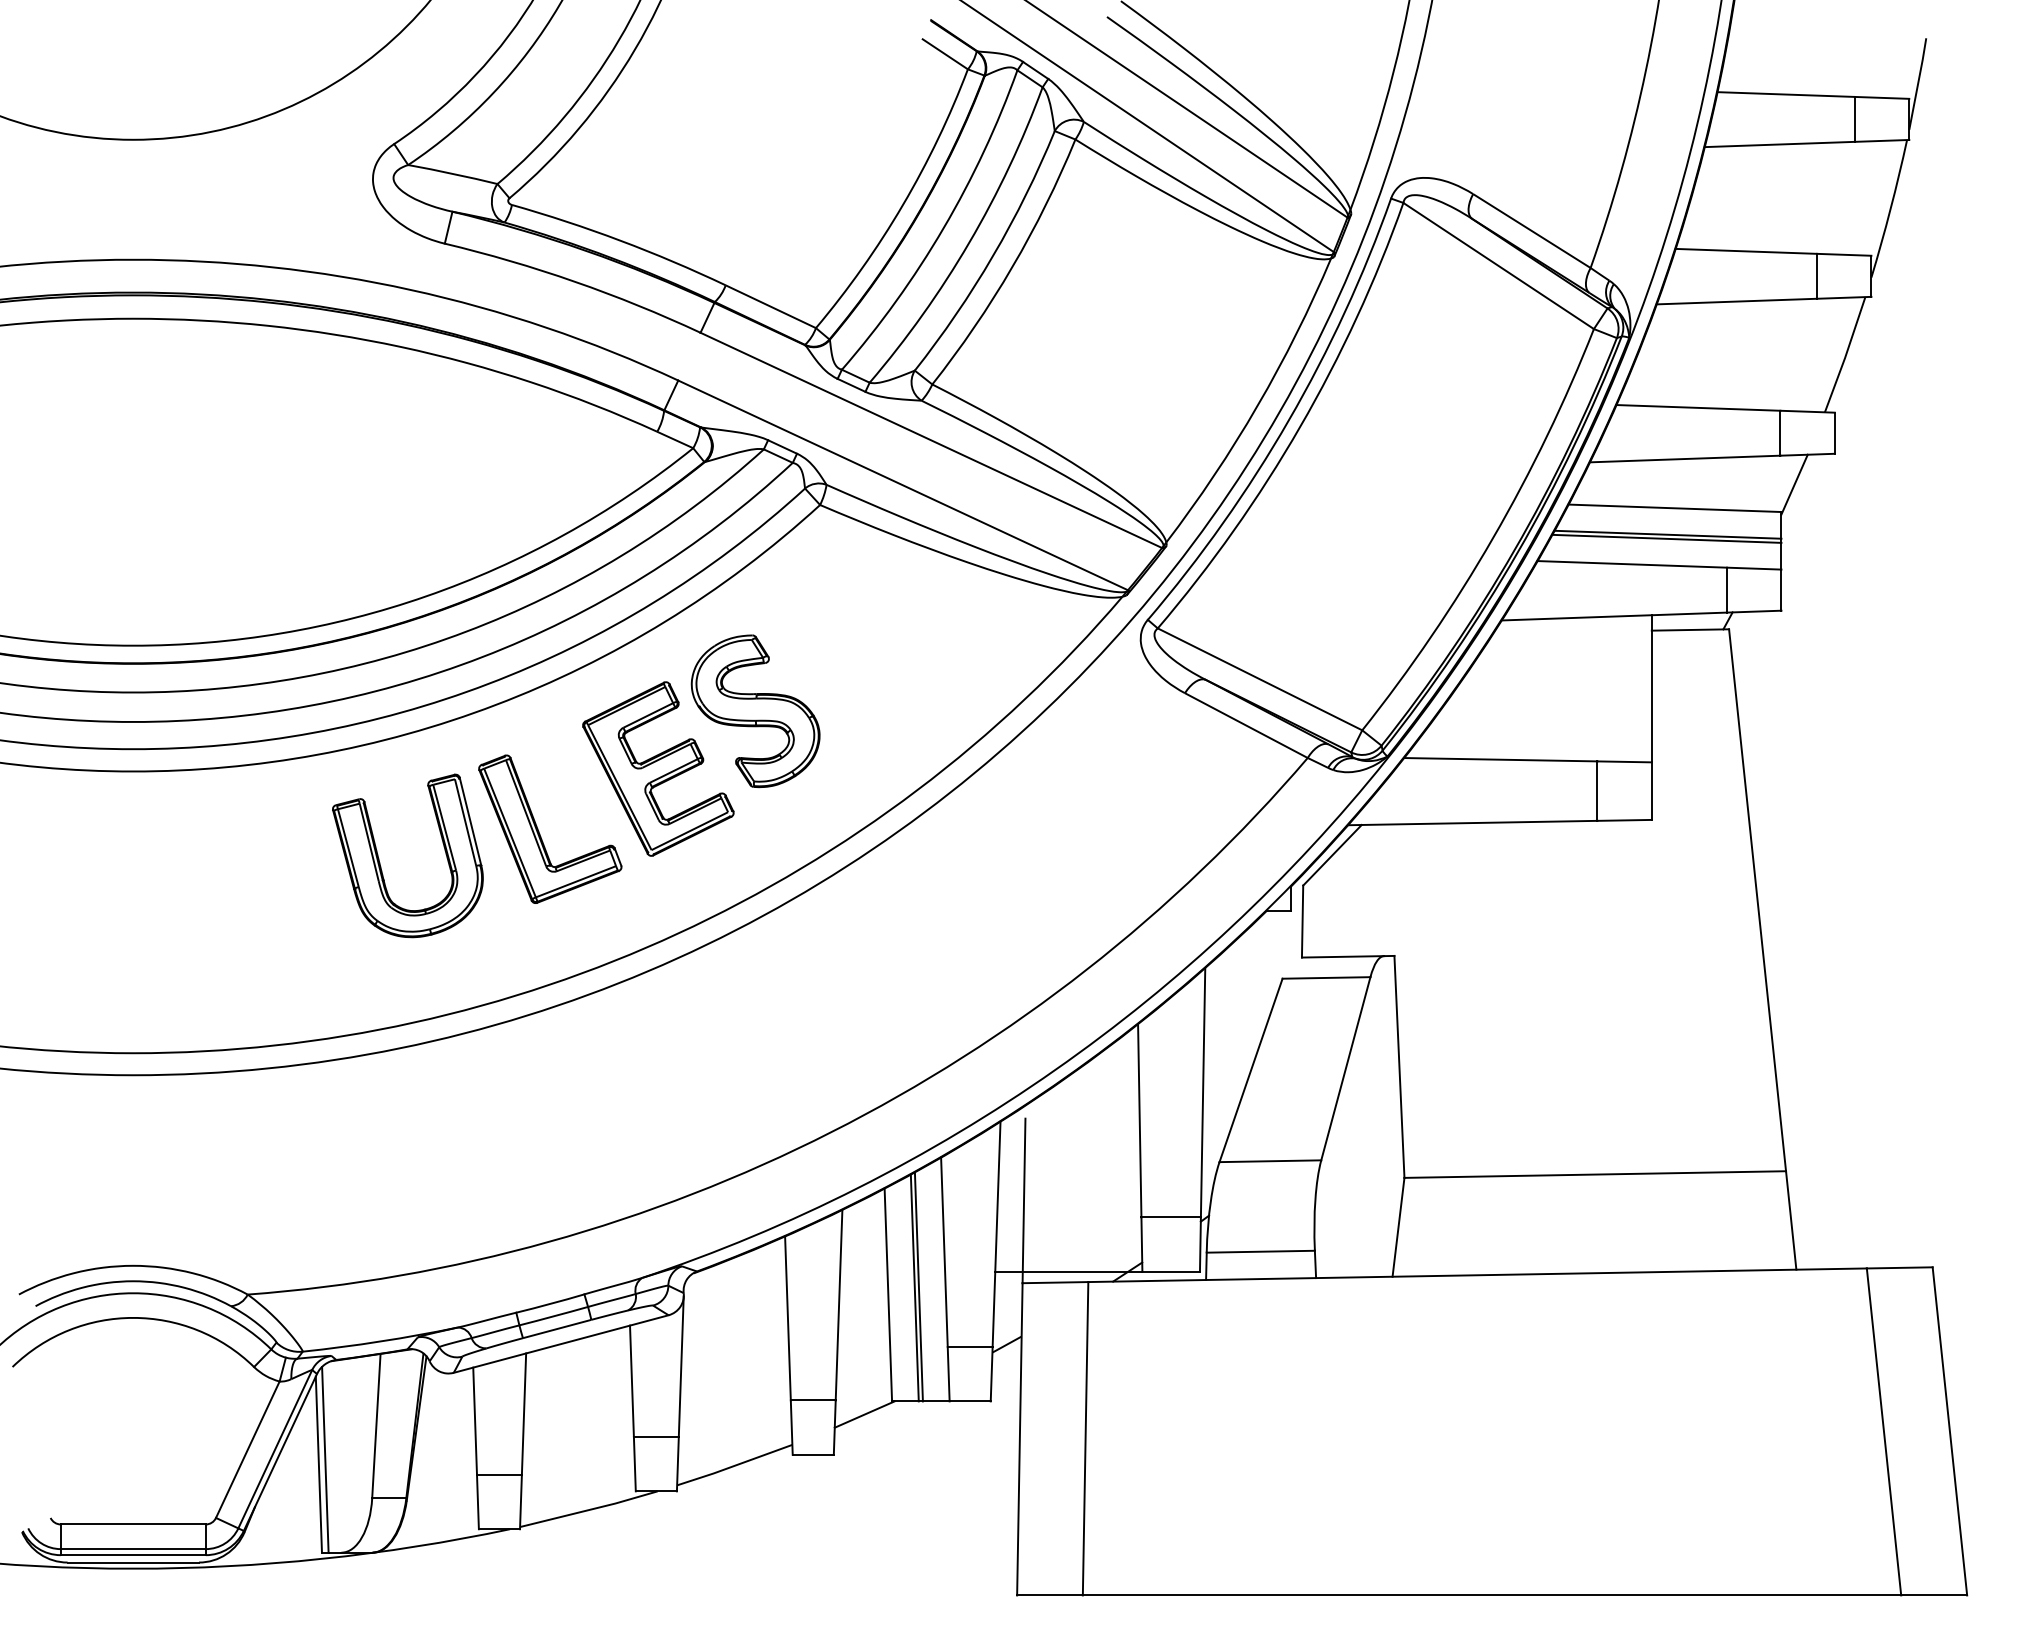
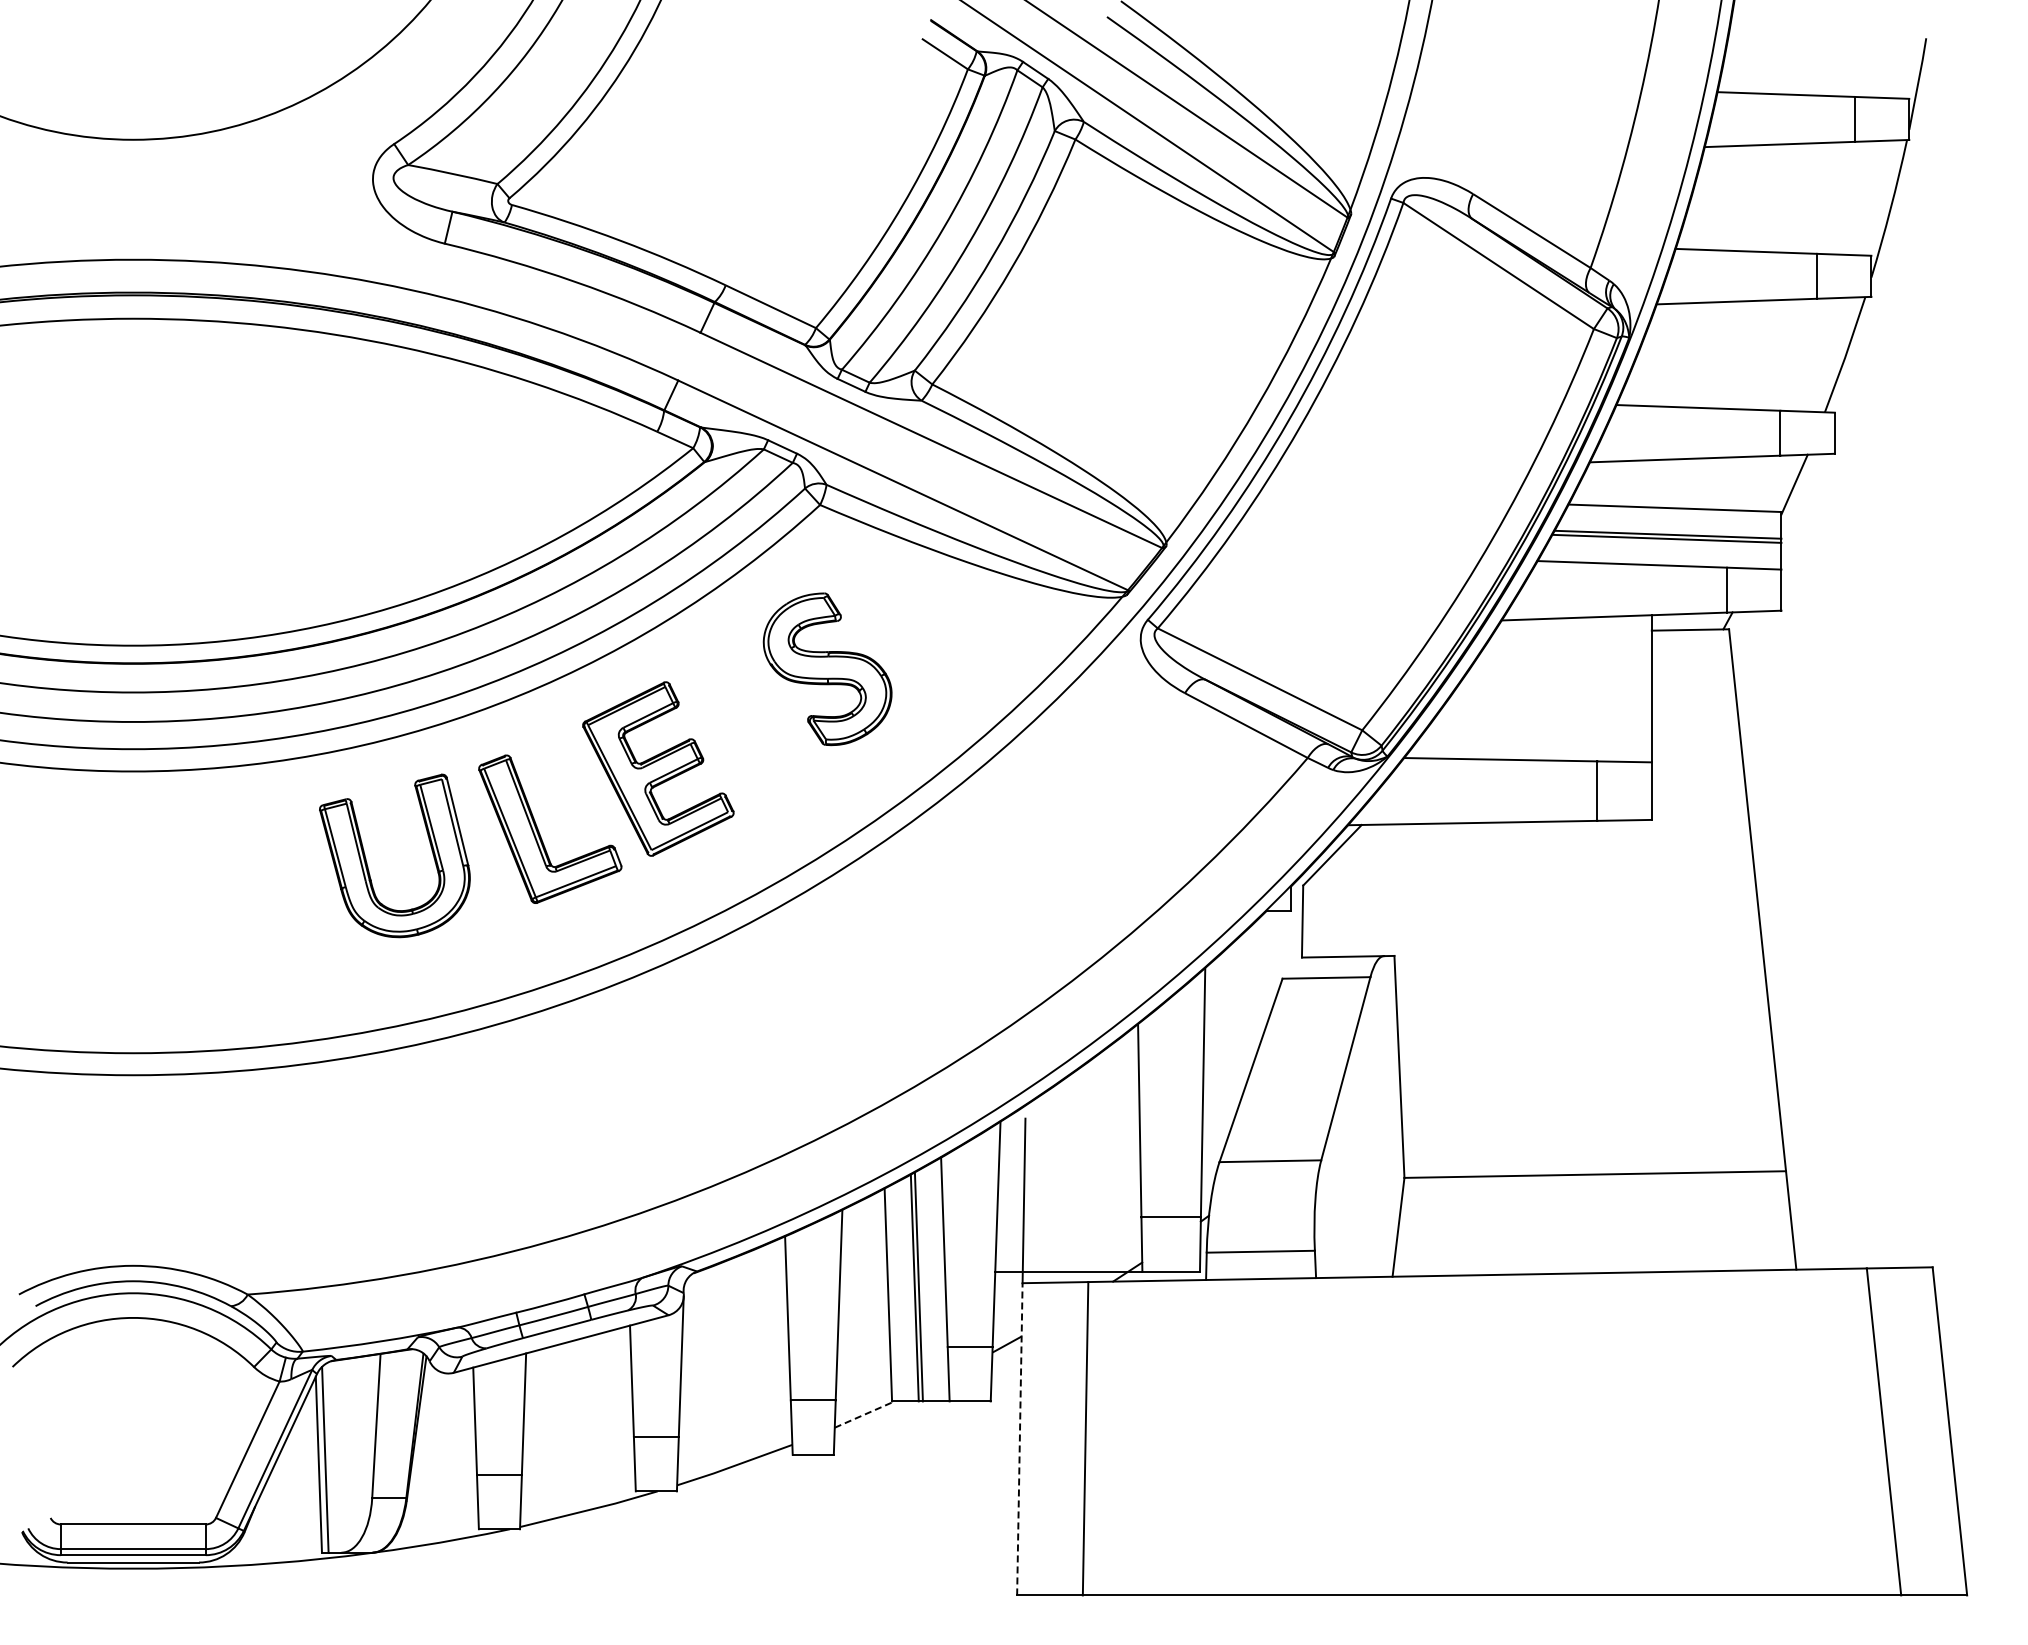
part at (755, 711) position: (755, 711) -> (827, 669)
part at (380, 862) position: (380, 862) -> (367, 862)
line at (864, 1414): solid -> dashed
line at (1019, 1438): solid -> dashed
